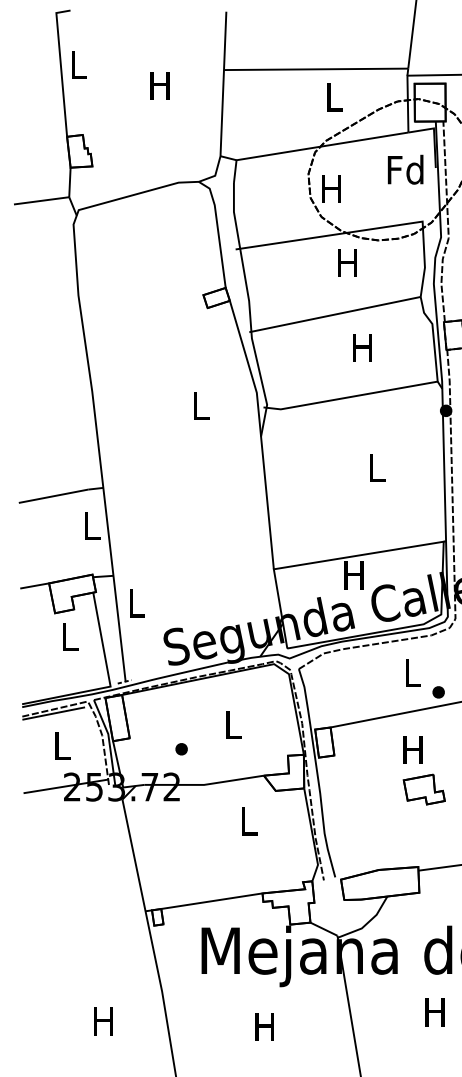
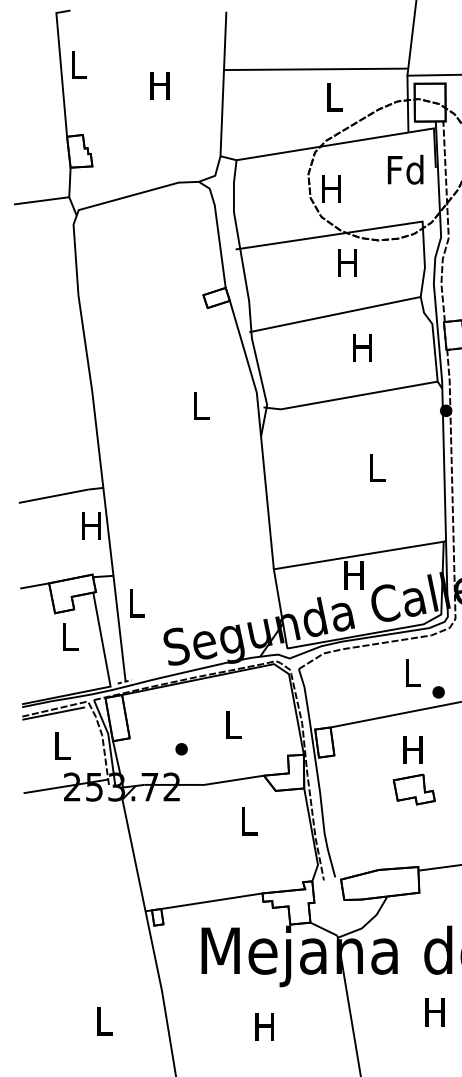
text at (91, 525): L -> H
part at (423, 789) position: (423, 789) -> (413, 789)
text at (103, 1021): H -> L
